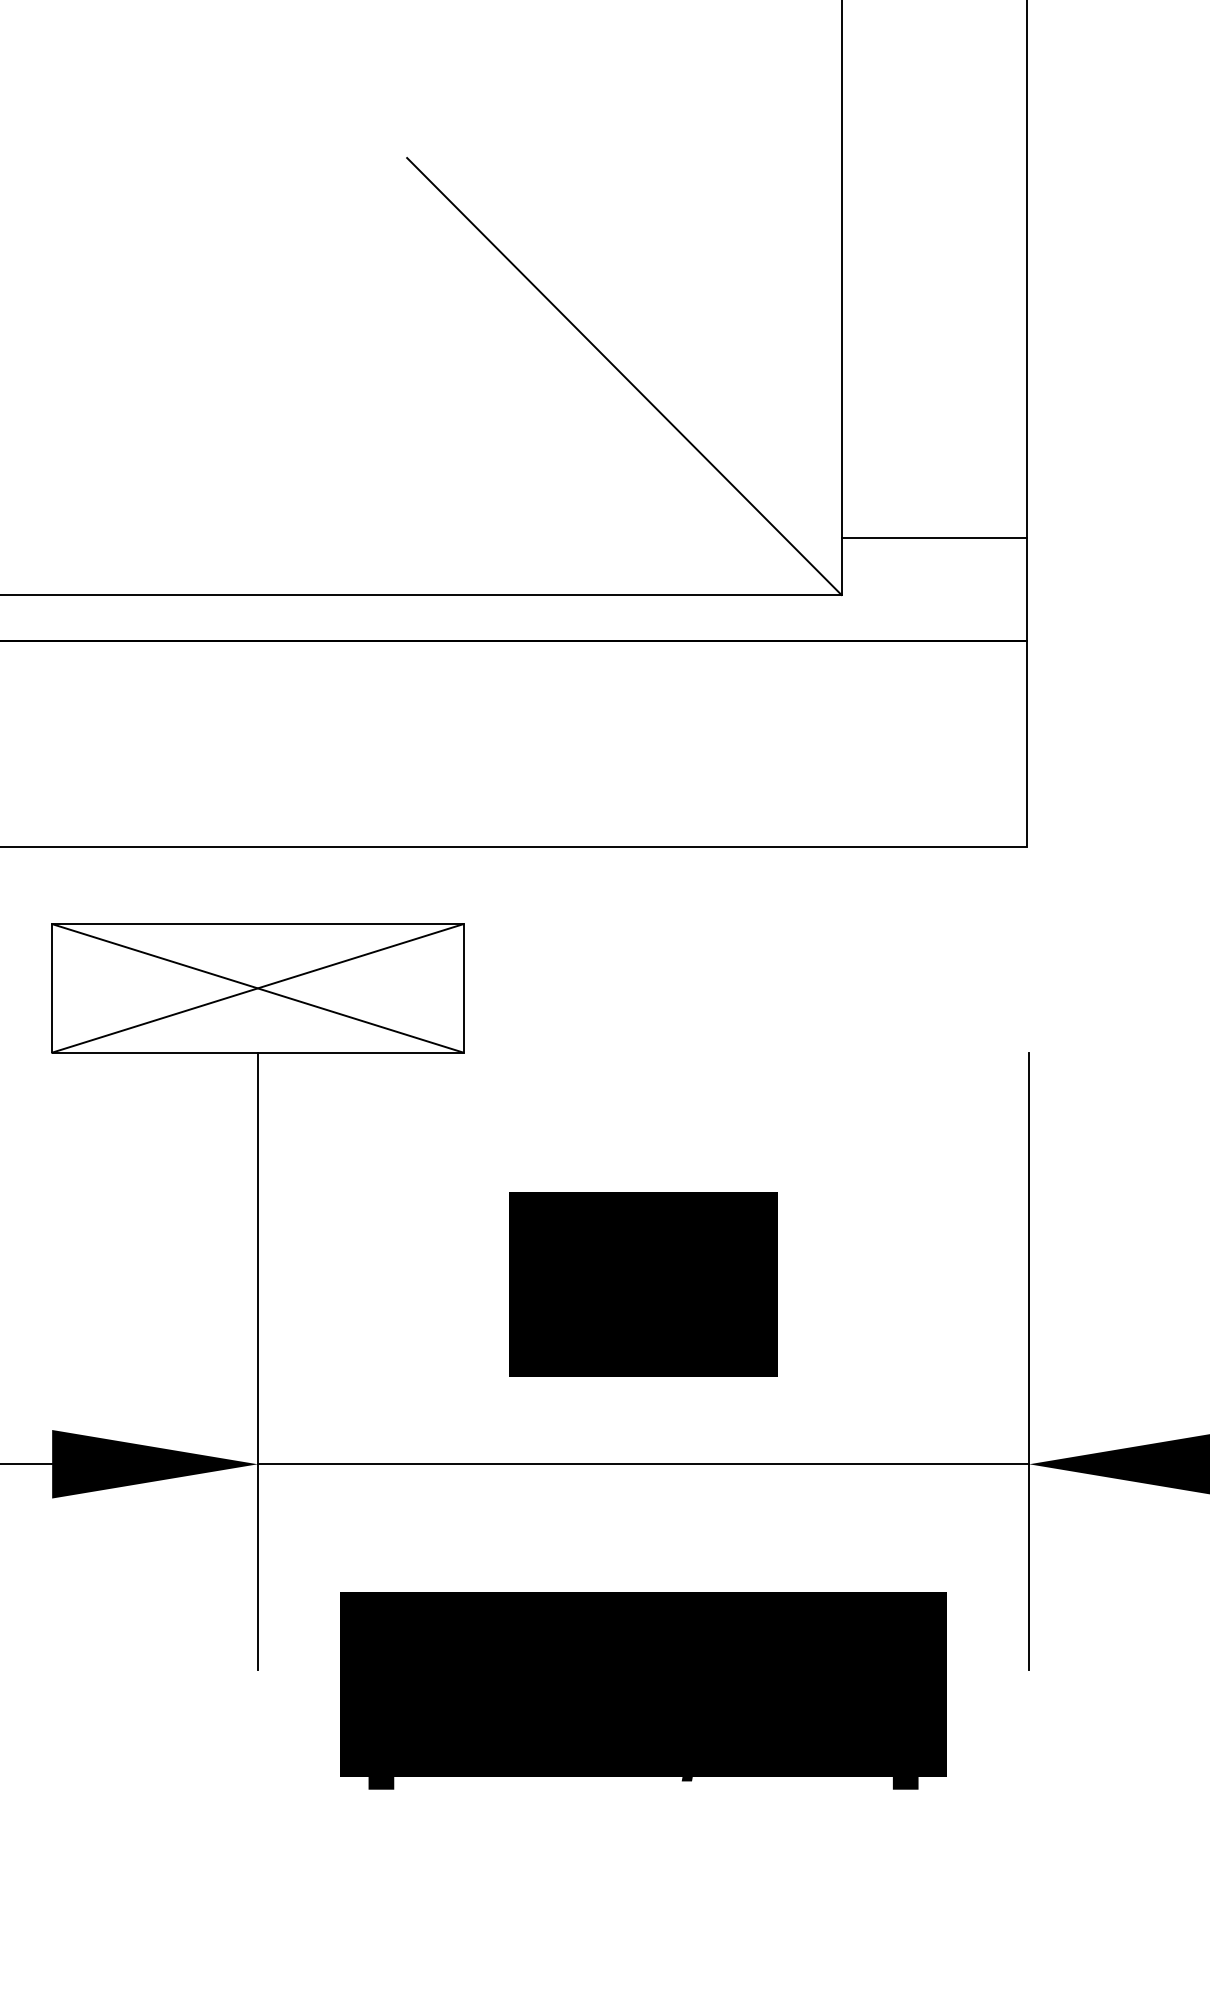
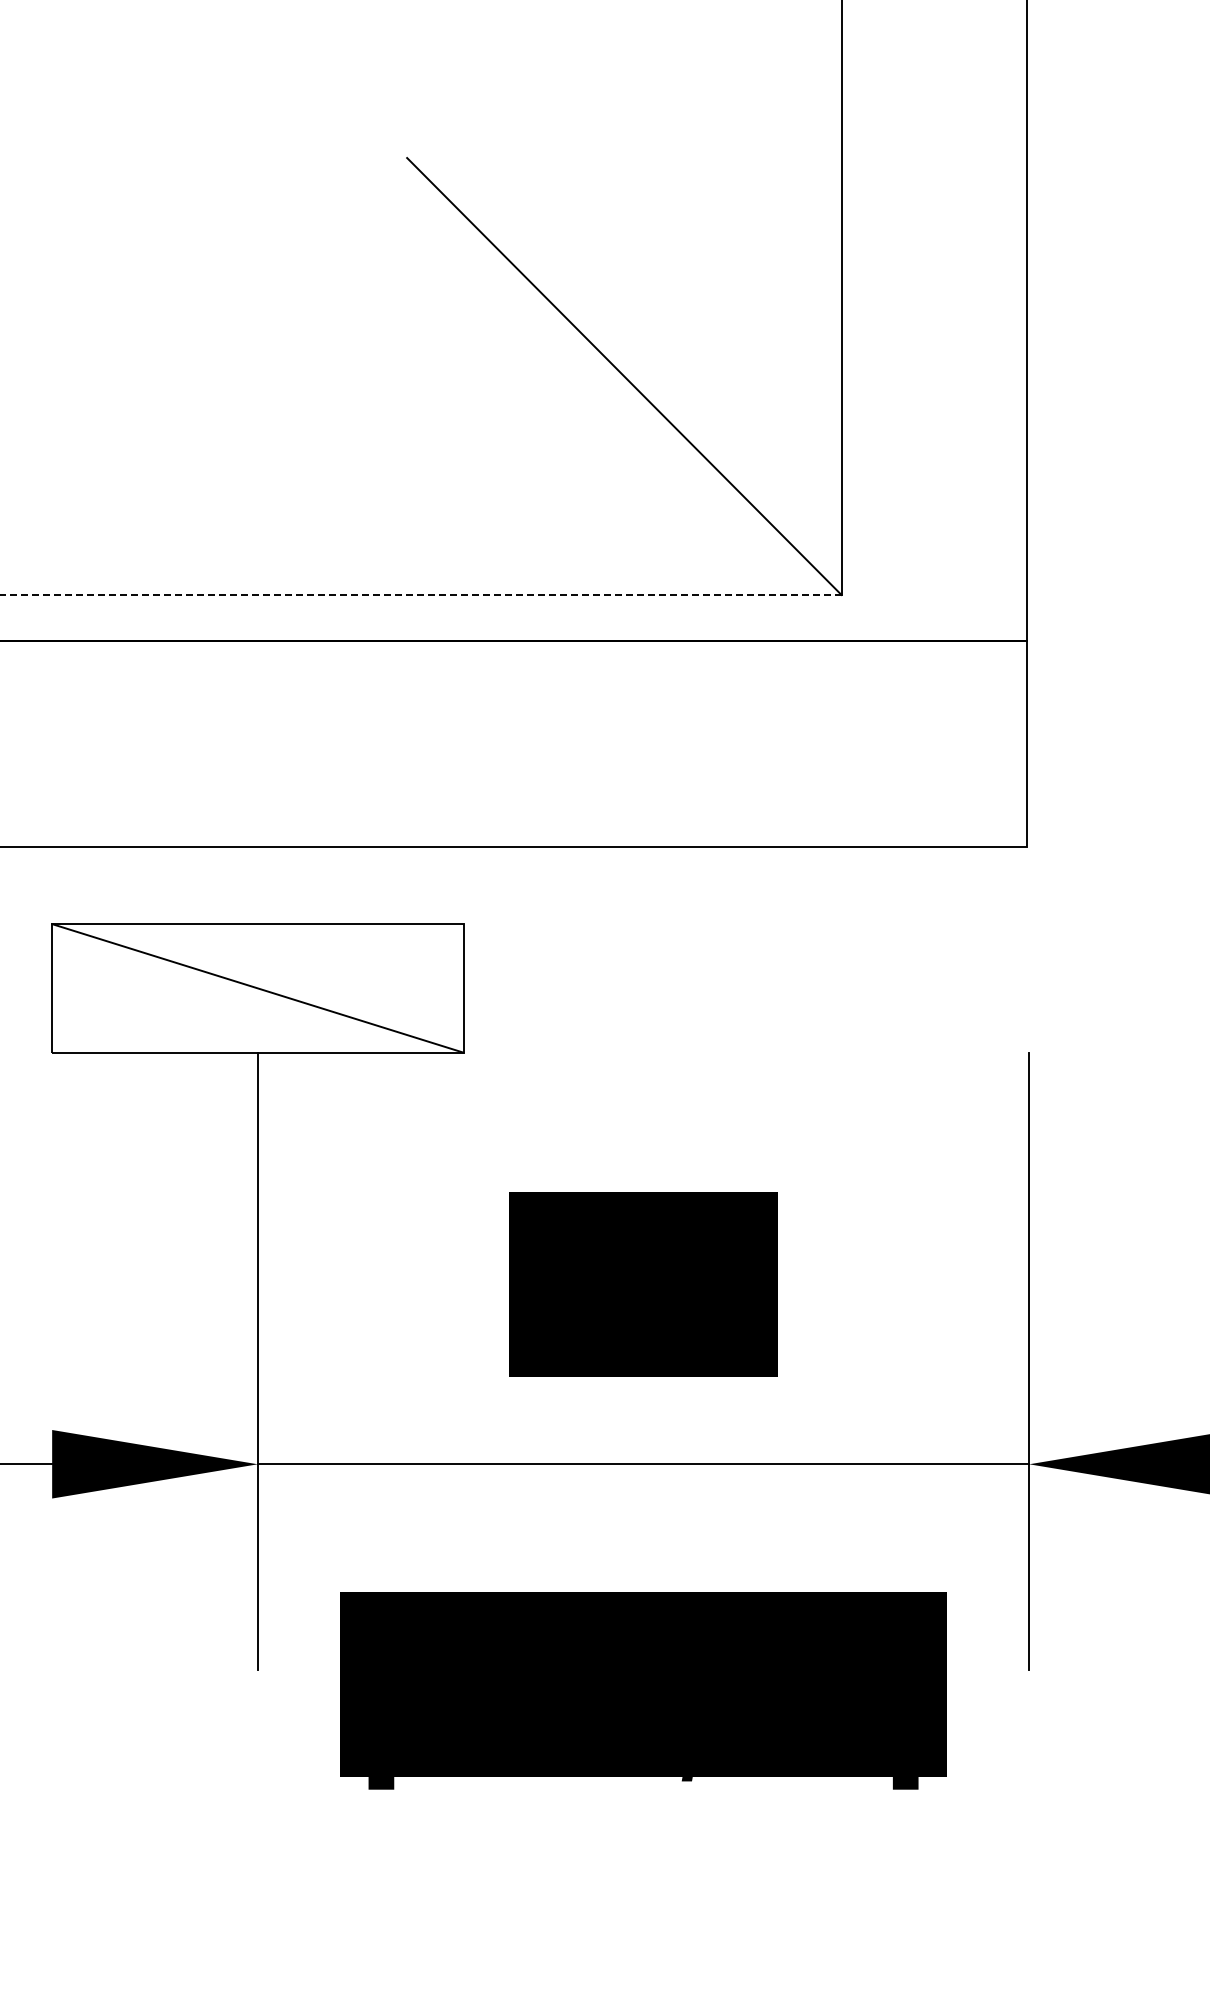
line at (933, 538): present -> none
line at (420, 594): solid -> dashed
line at (257, 988): present -> none
